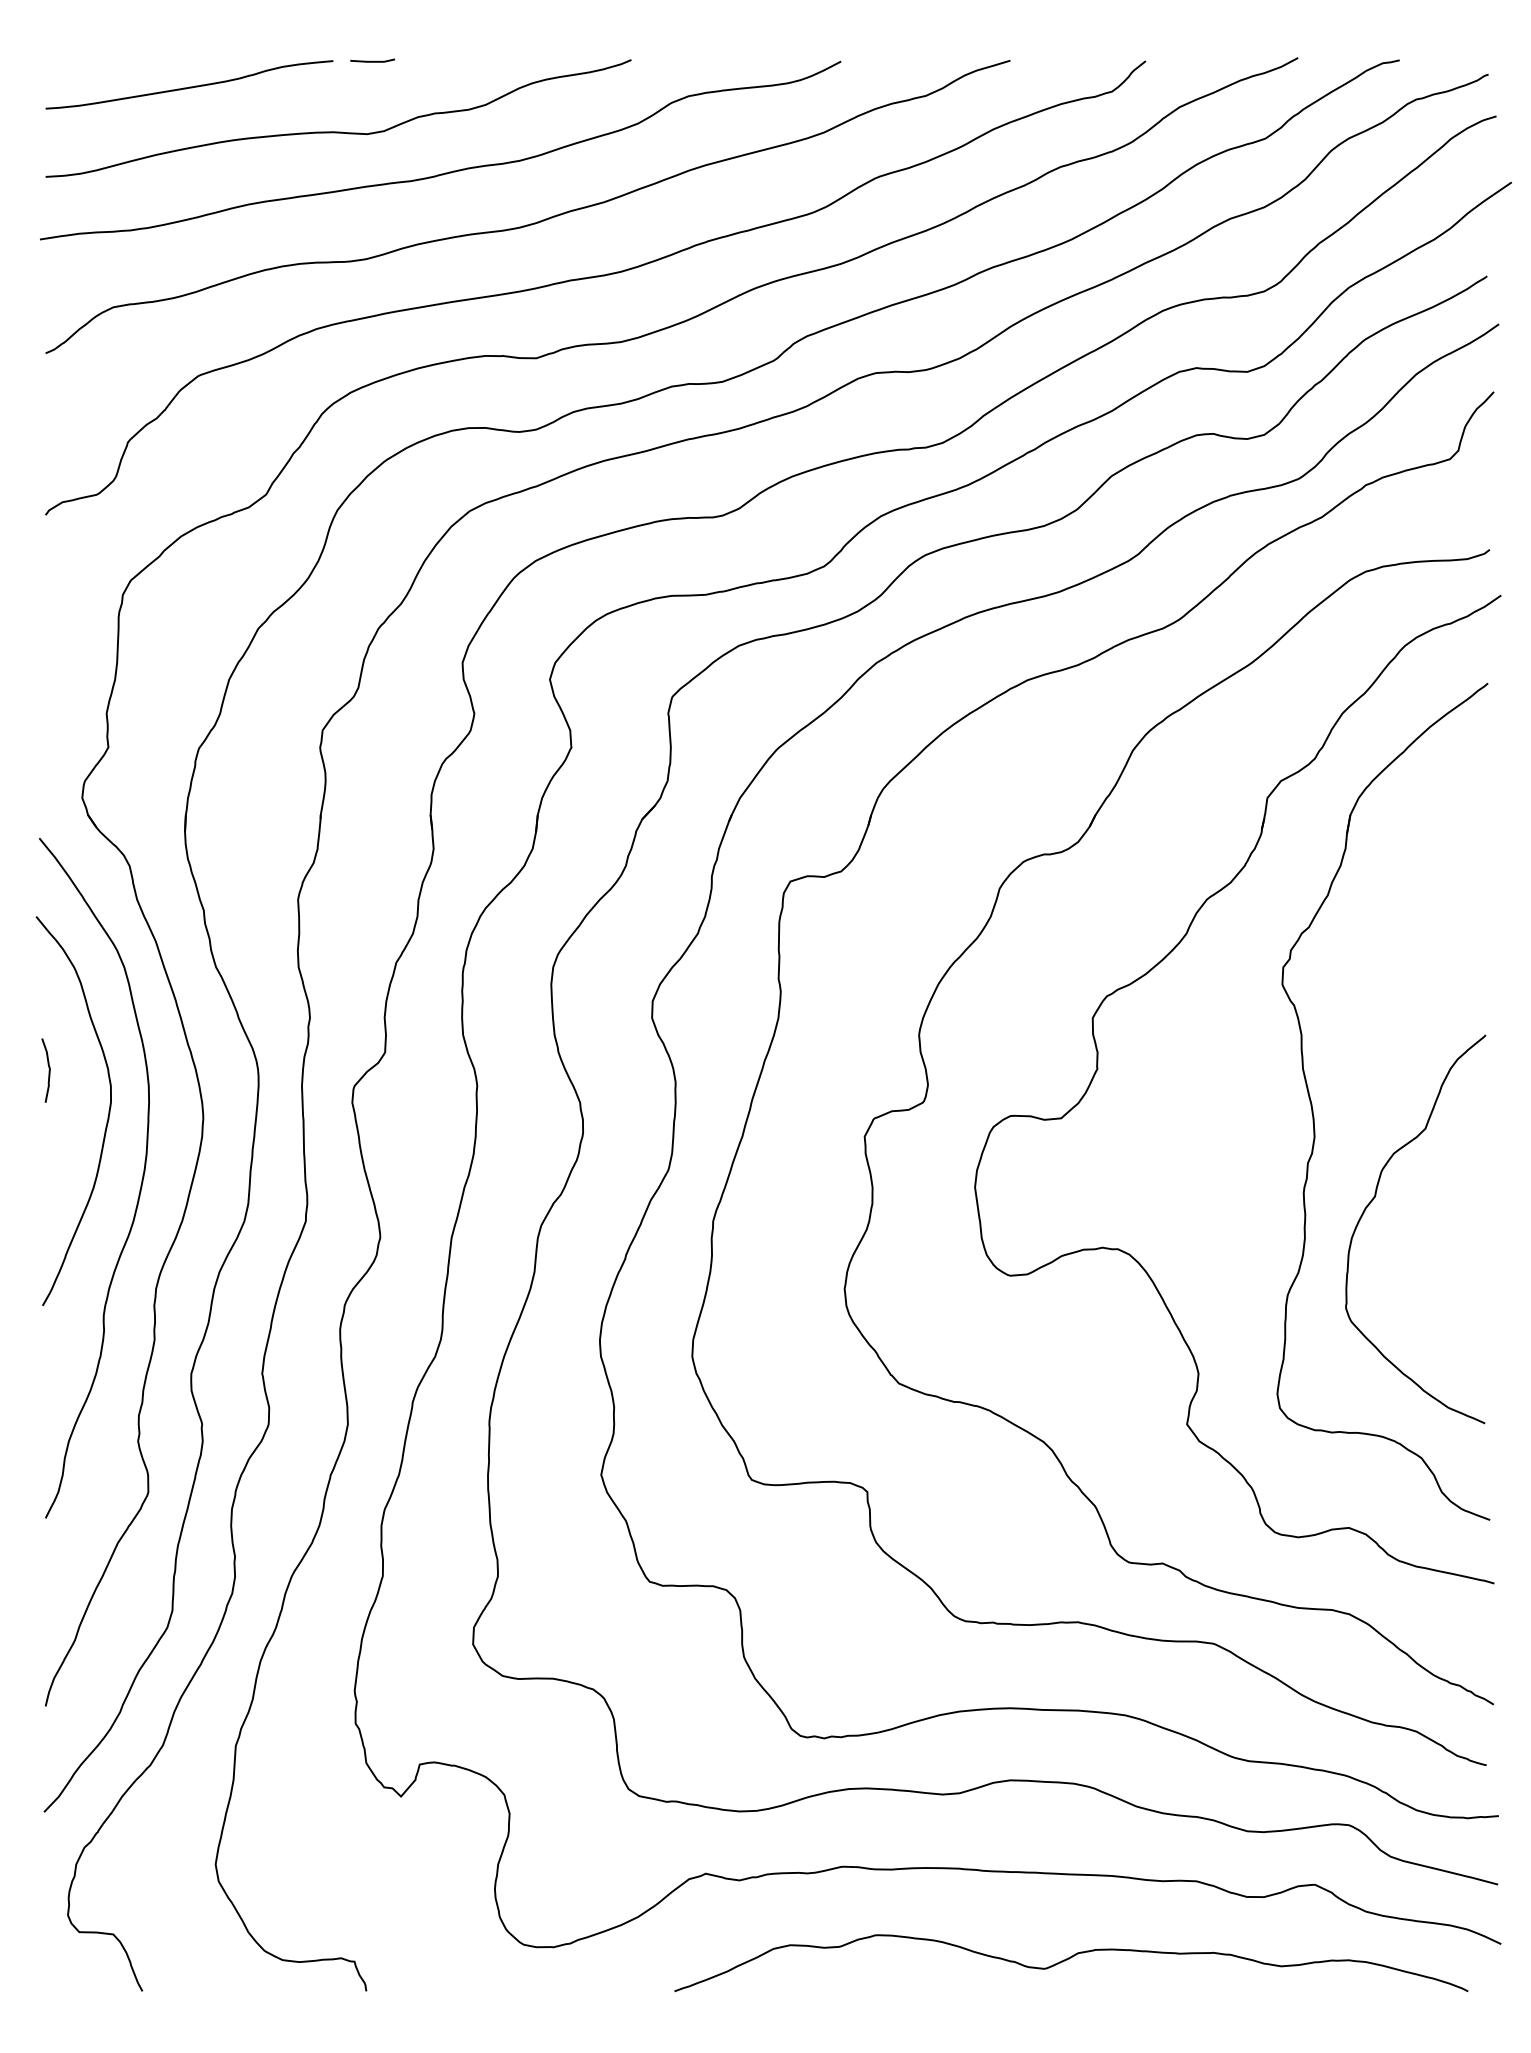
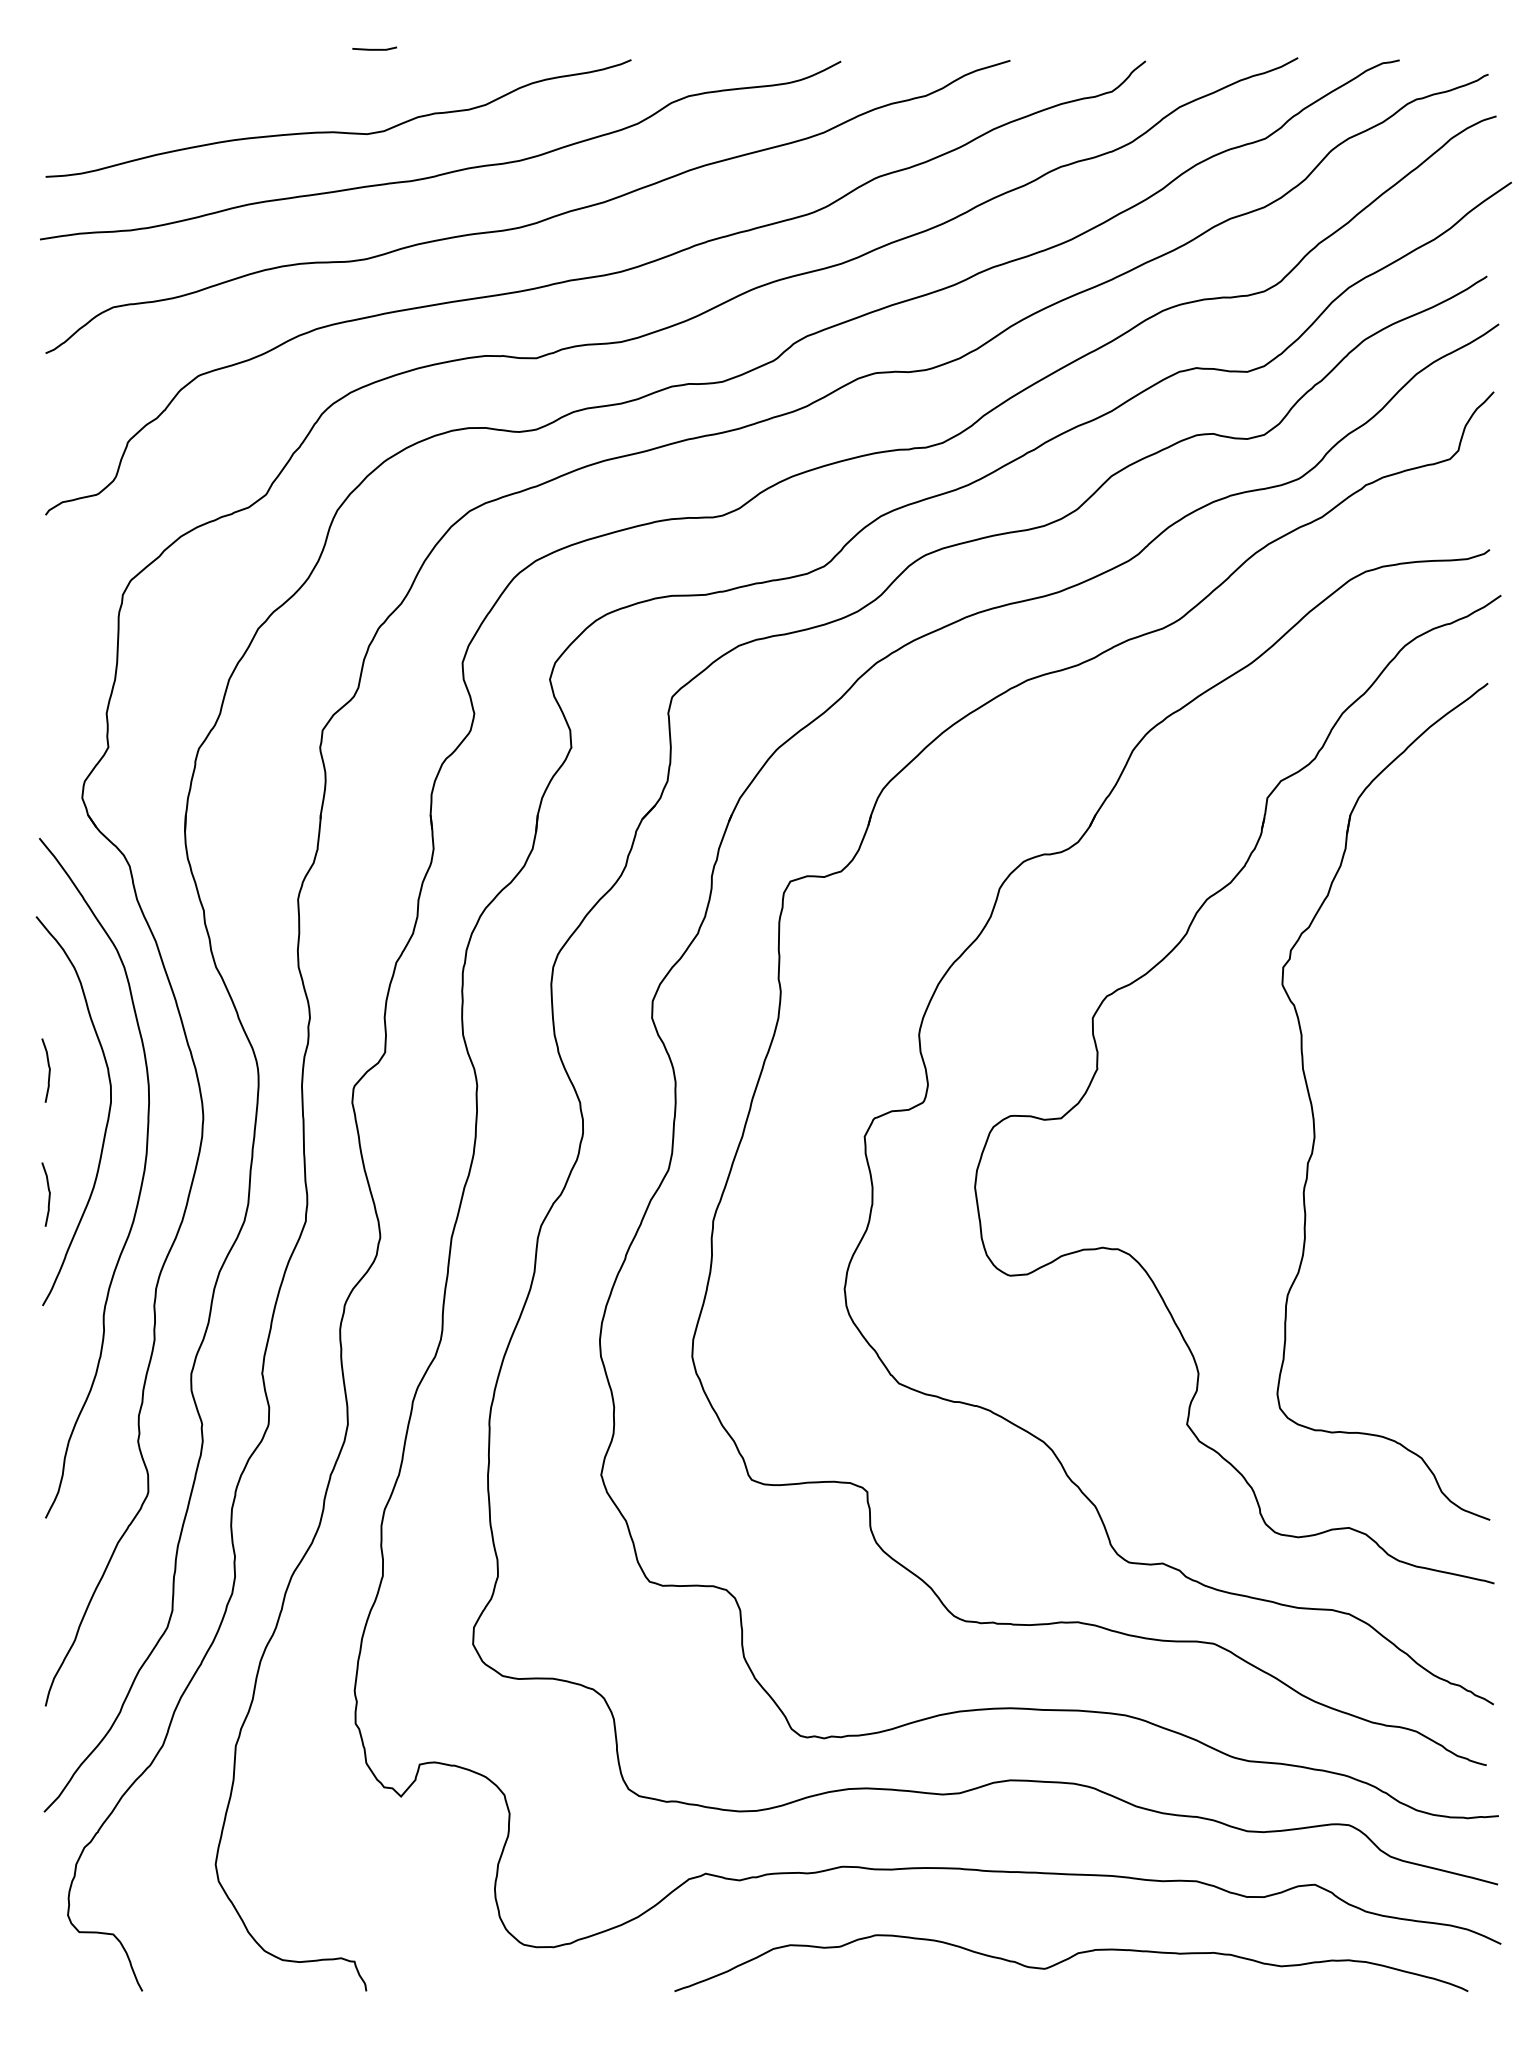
line at (372, 60) position: (372, 60) -> (374, 48)
curve at (189, 86): present -> none
curve at (48, 1194): none -> present
curve at (1373, 1200): present -> none
